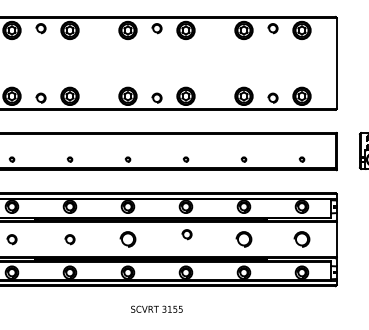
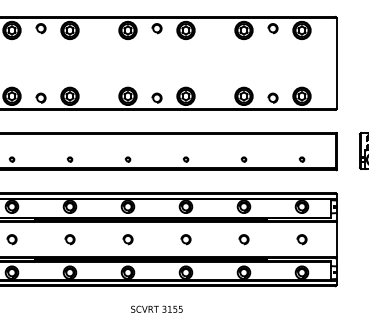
part at (186, 234) position: (186, 234) -> (185, 239)
part at (127, 239) size: 18x17 px -> 12x12 px
part at (243, 239) size: 18x17 px -> 12x12 px
part at (301, 239) size: 18x17 px -> 12x12 px
